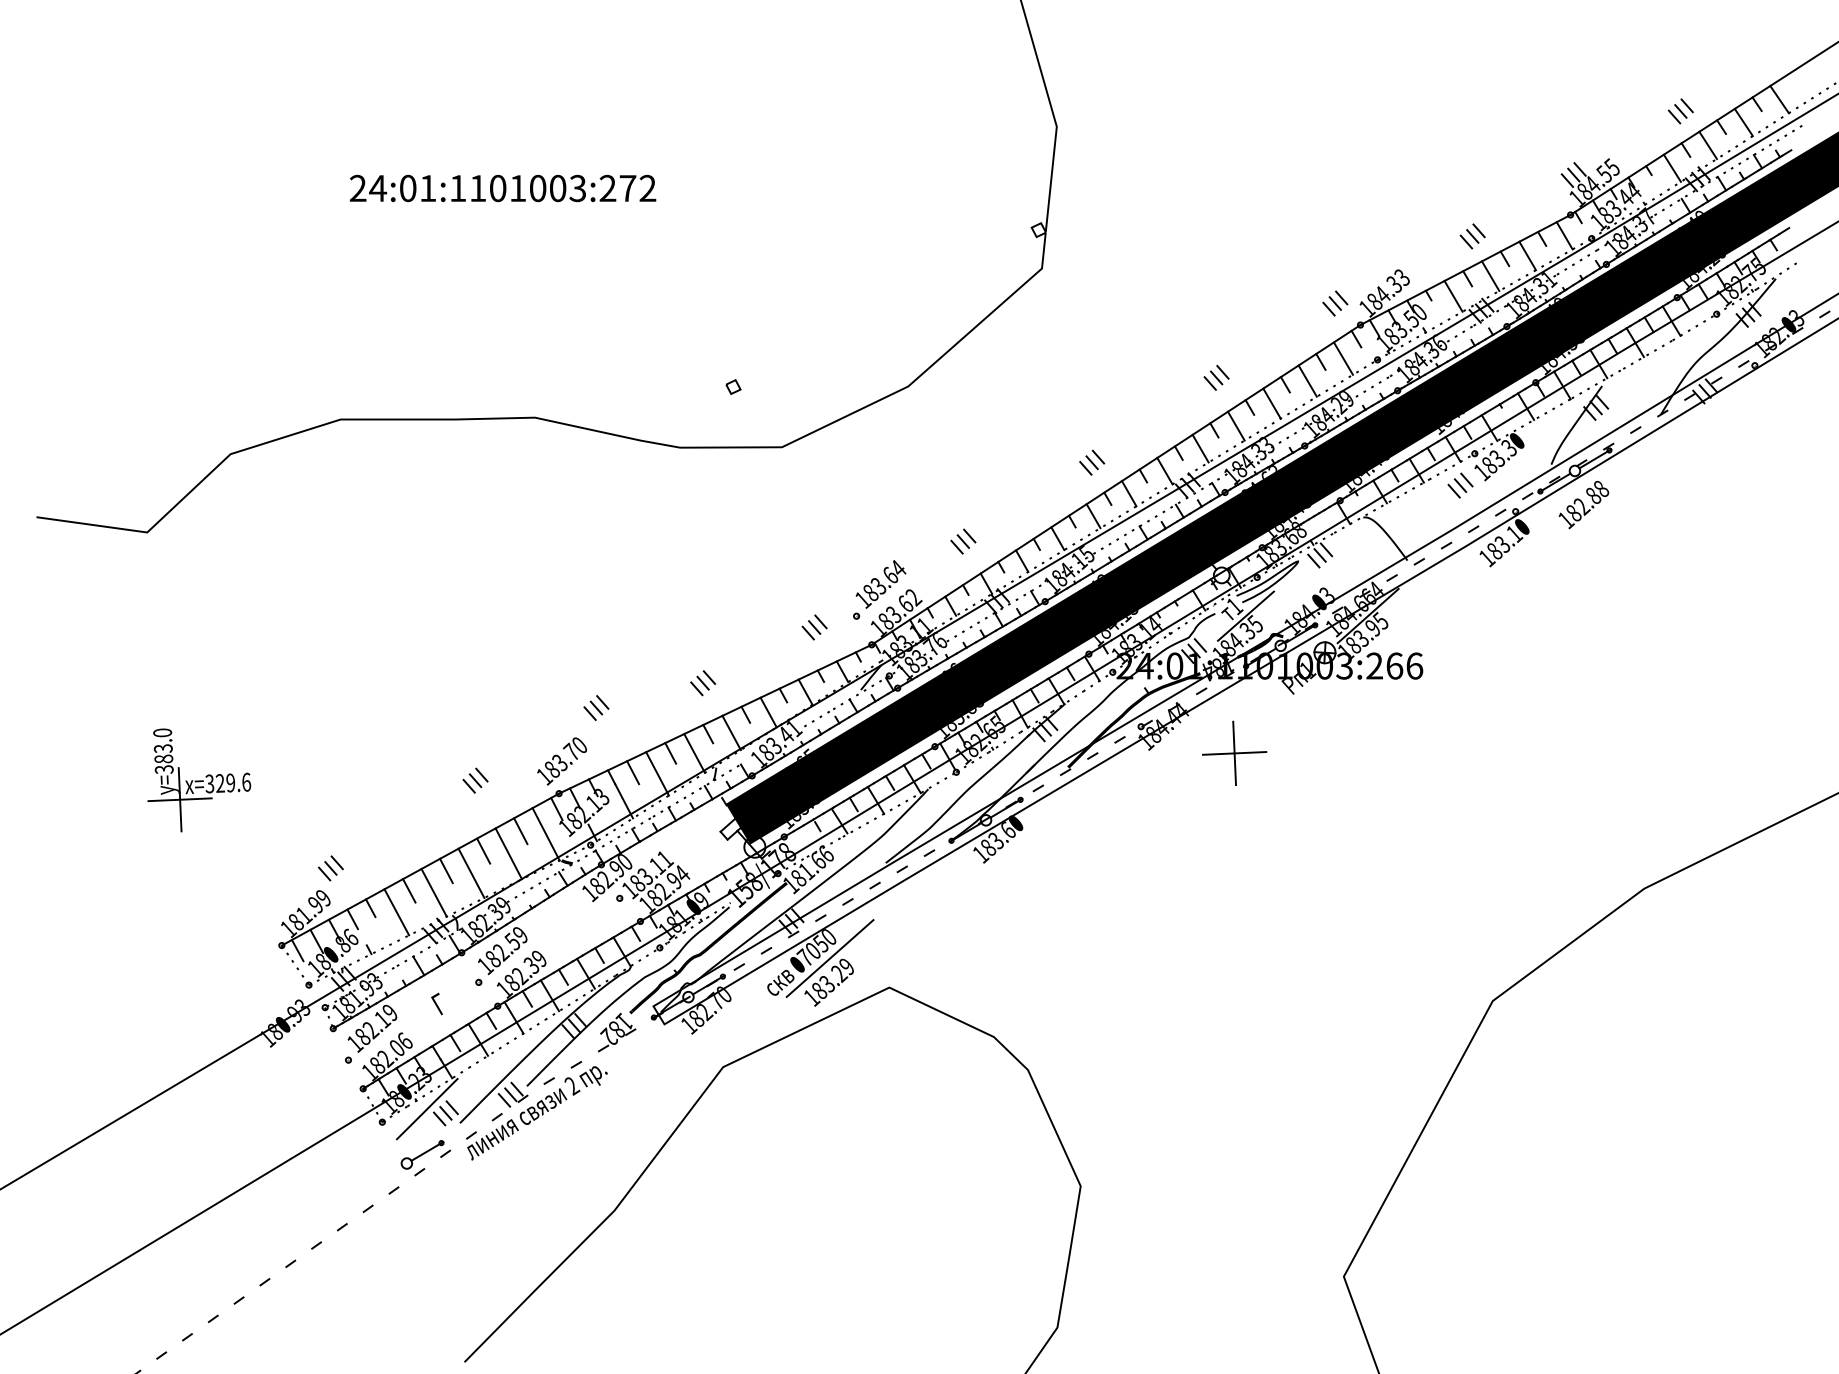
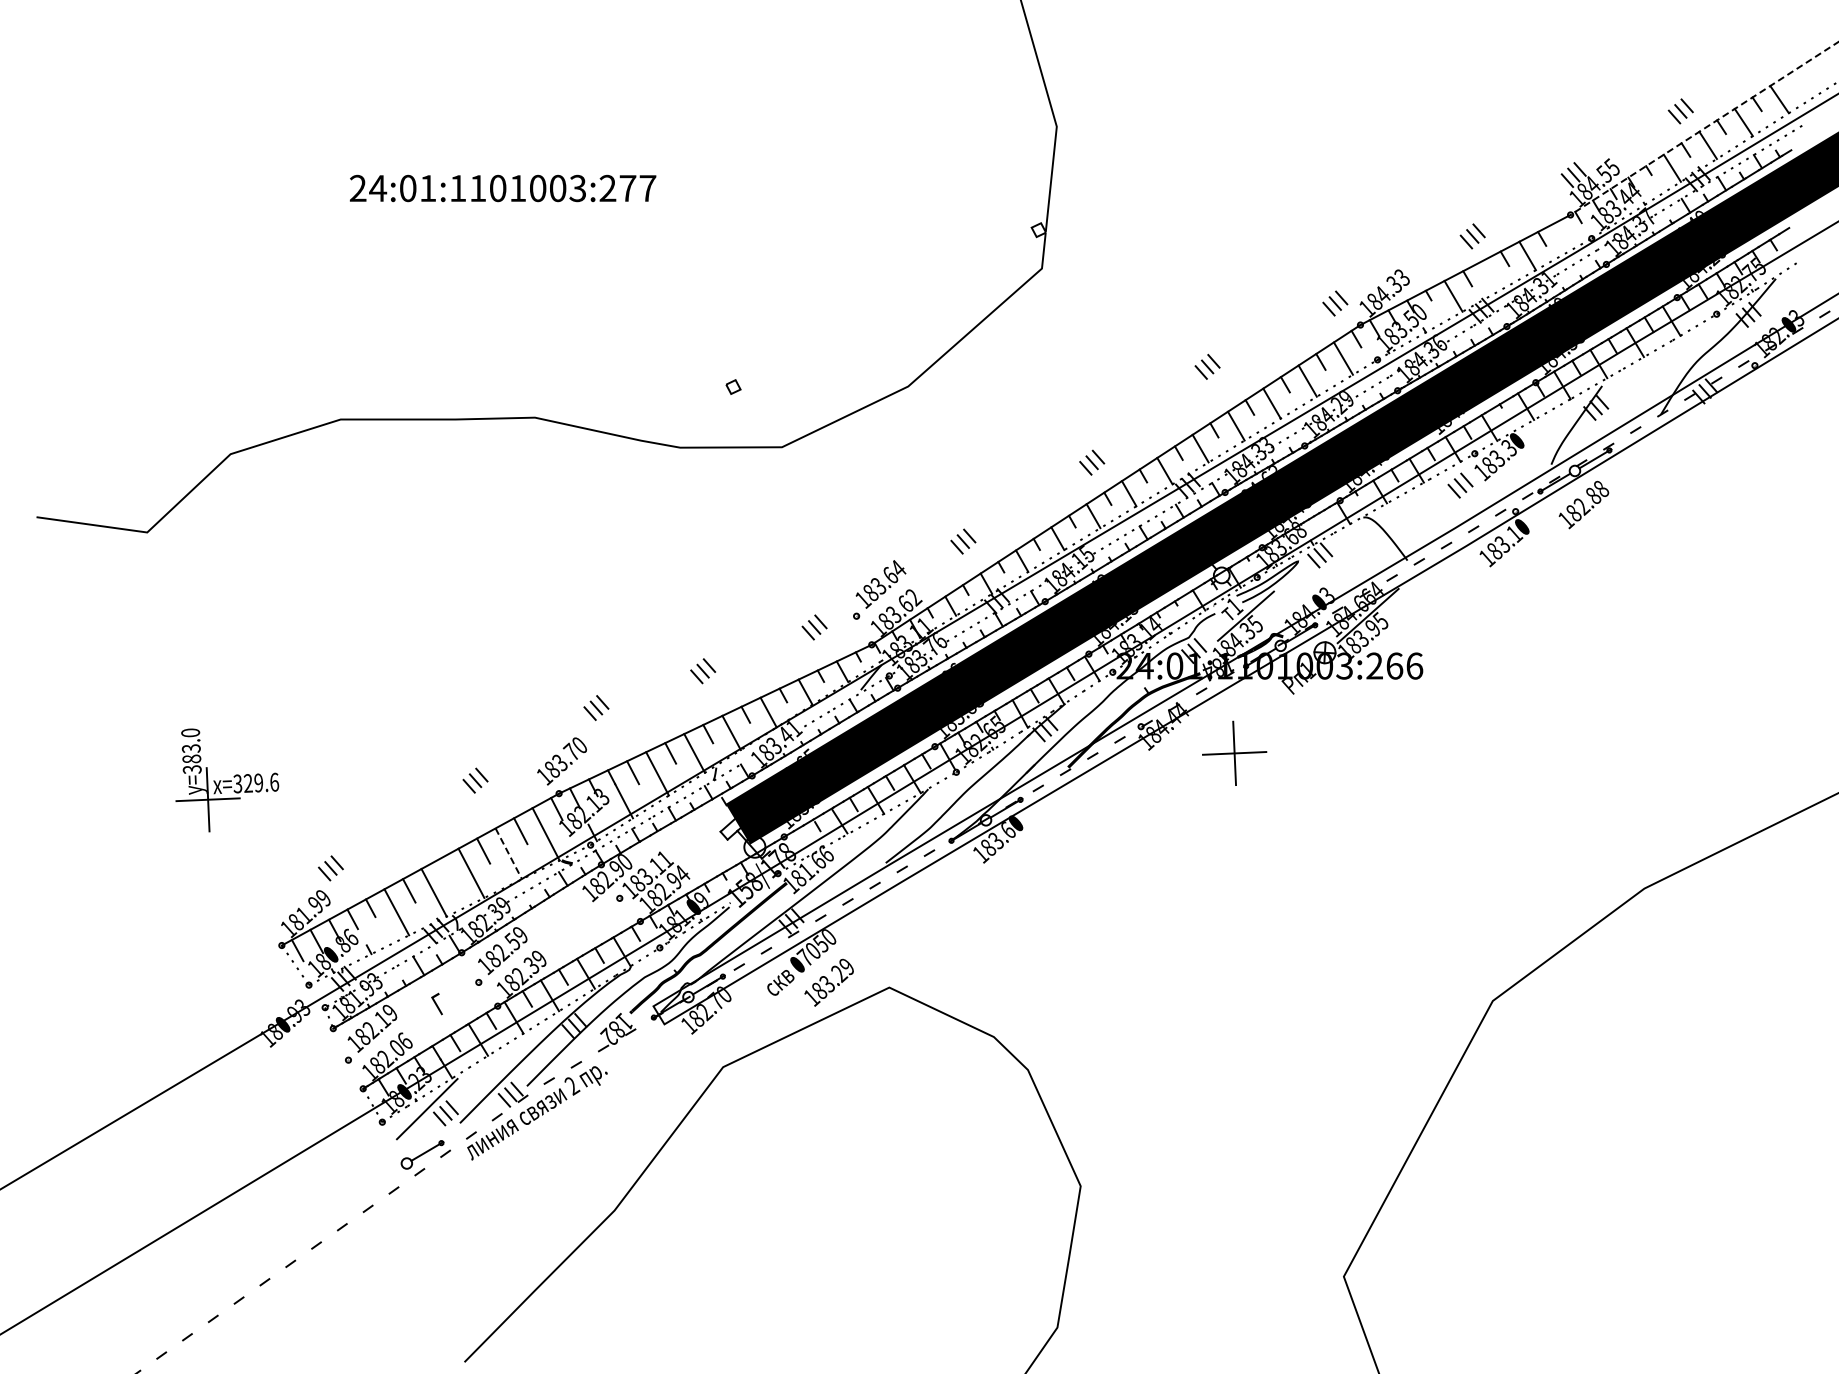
line at (1704, 128): solid -> dashed
text at (647, 187): 24:01:1101003:272 -> 24:01:1101003:277
line at (1564, 235): present -> none
line at (1490, 275): present -> none
part at (1216, 377) position: (1216, 377) -> (1207, 366)
part at (702, 683) position: (702, 683) -> (702, 671)
part at (199, 780) position: (199, 780) -> (227, 780)
line at (508, 853): solid -> dashed
line at (446, 870): present -> none
line at (829, 958): present -> none
